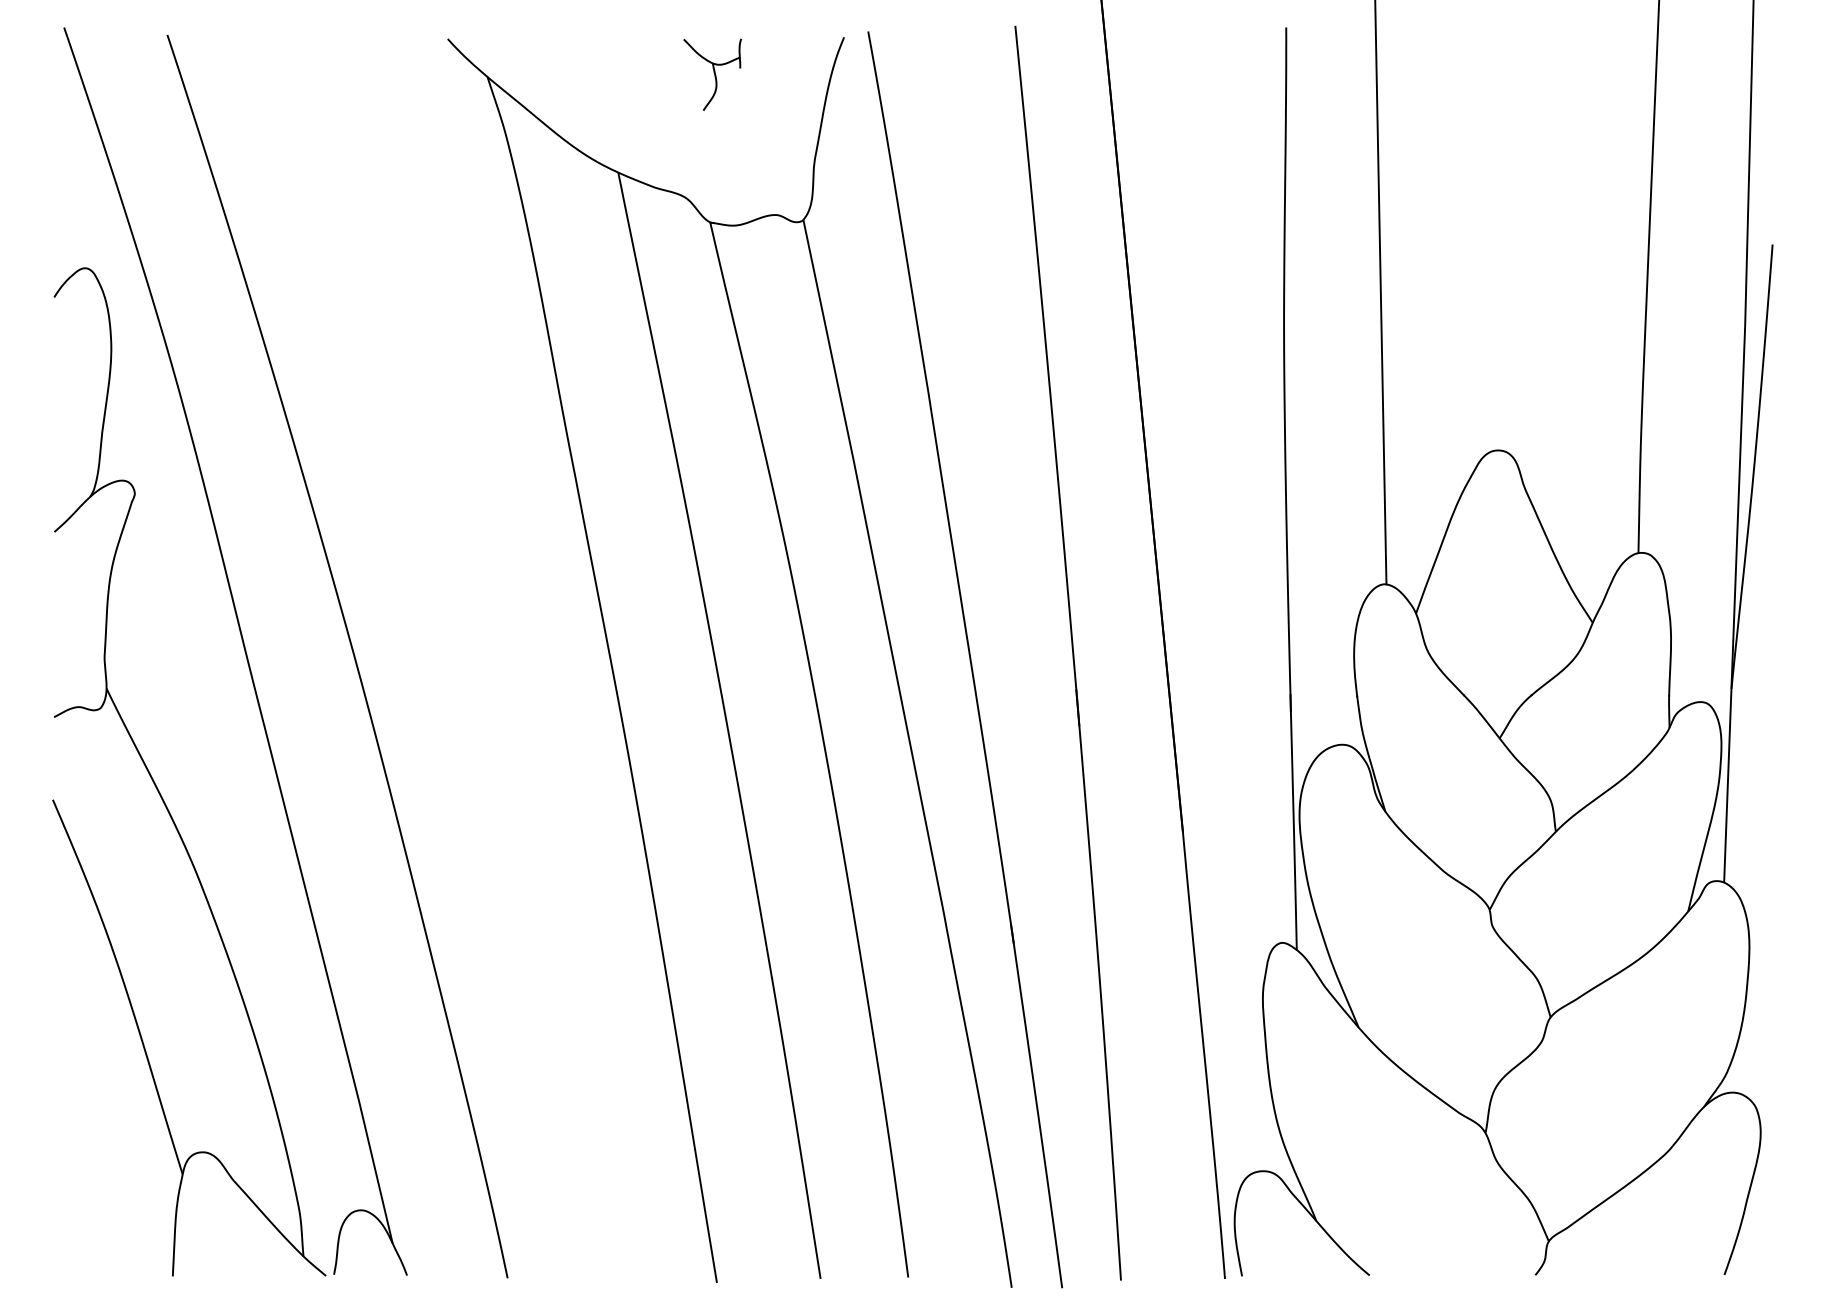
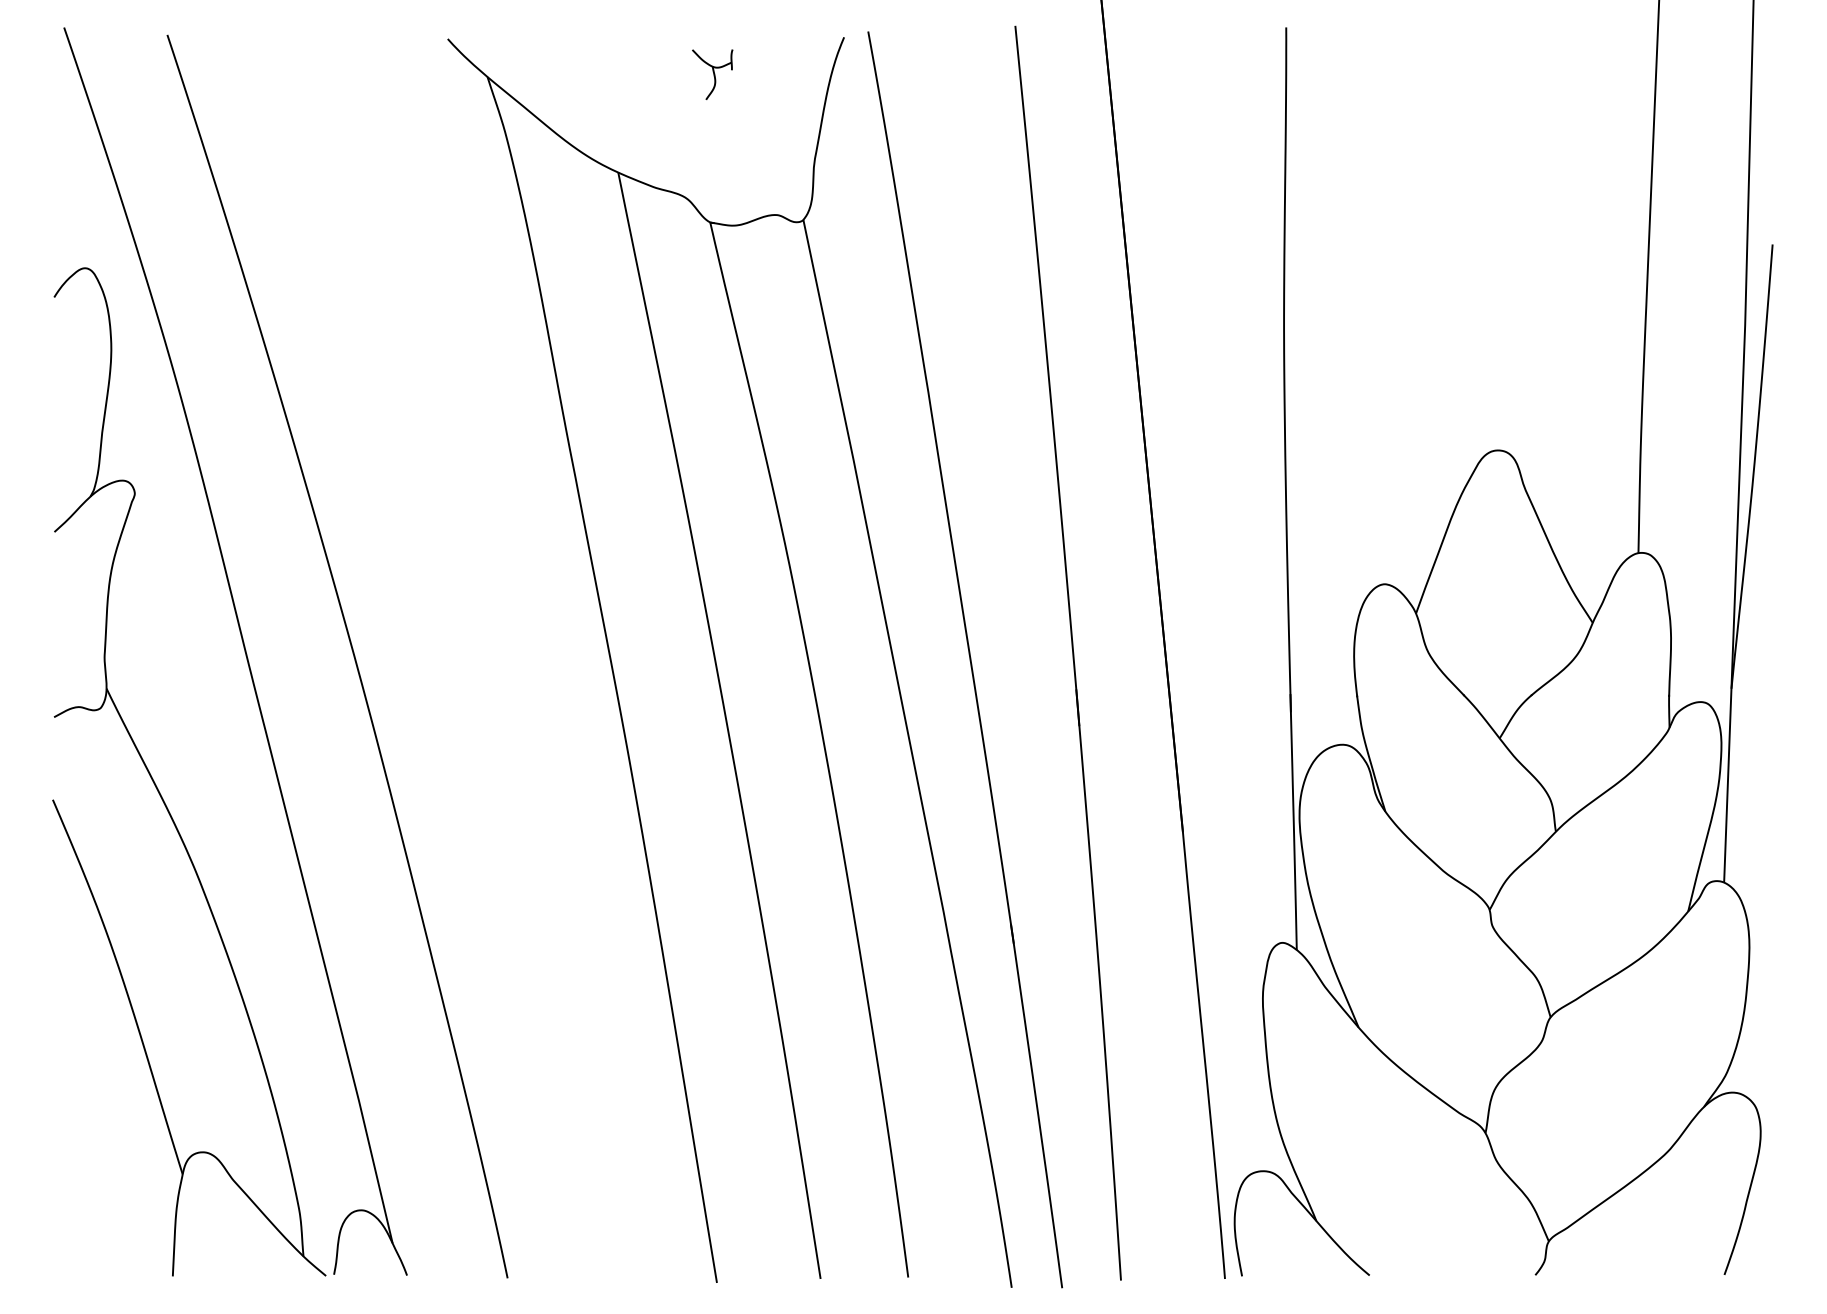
part at (712, 74) size: 59x73 px -> 42x51 px
line at (1380, 293): present -> none
